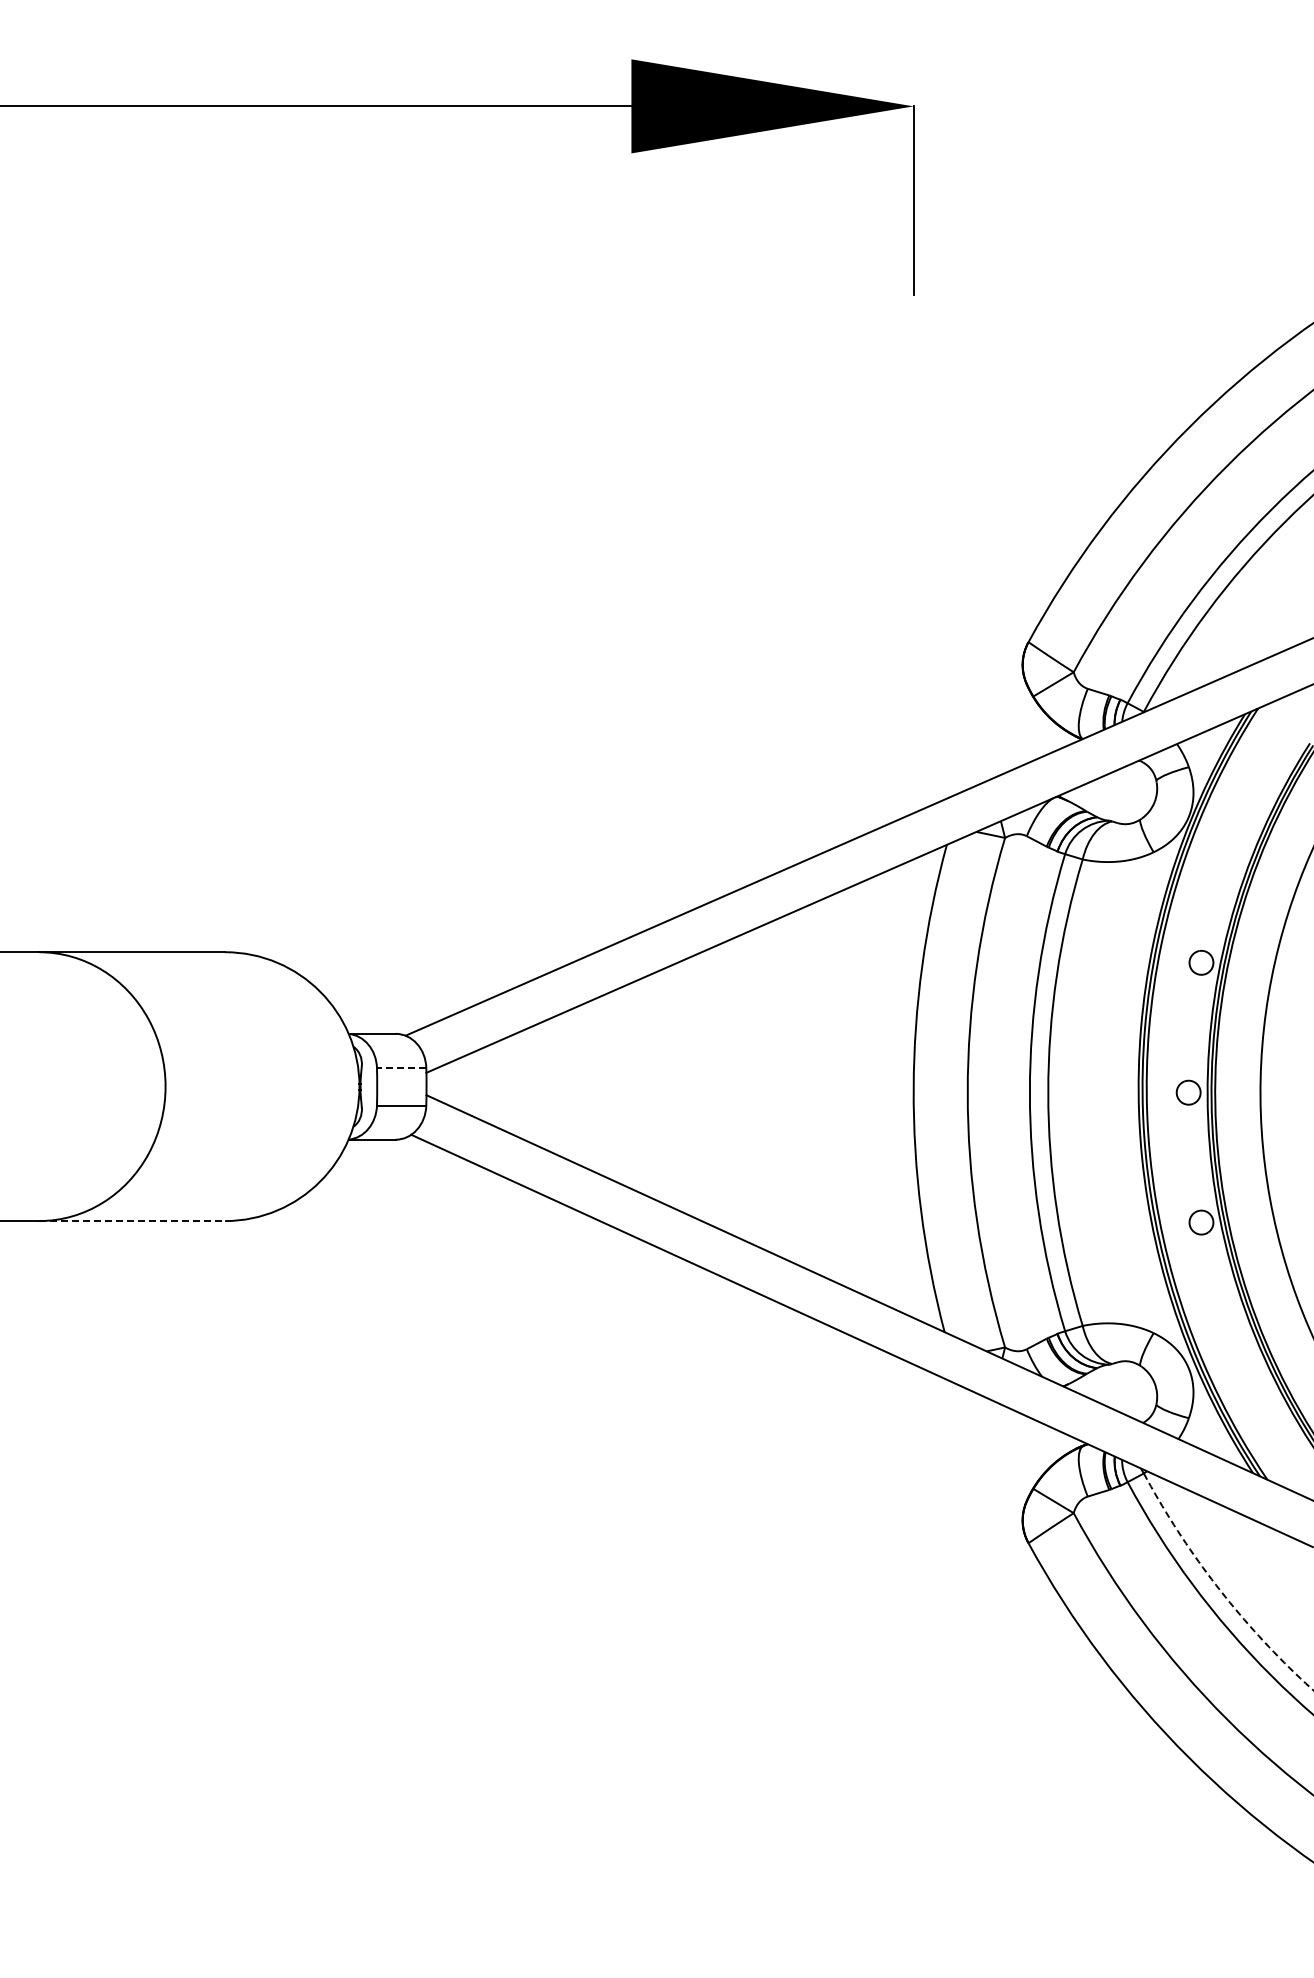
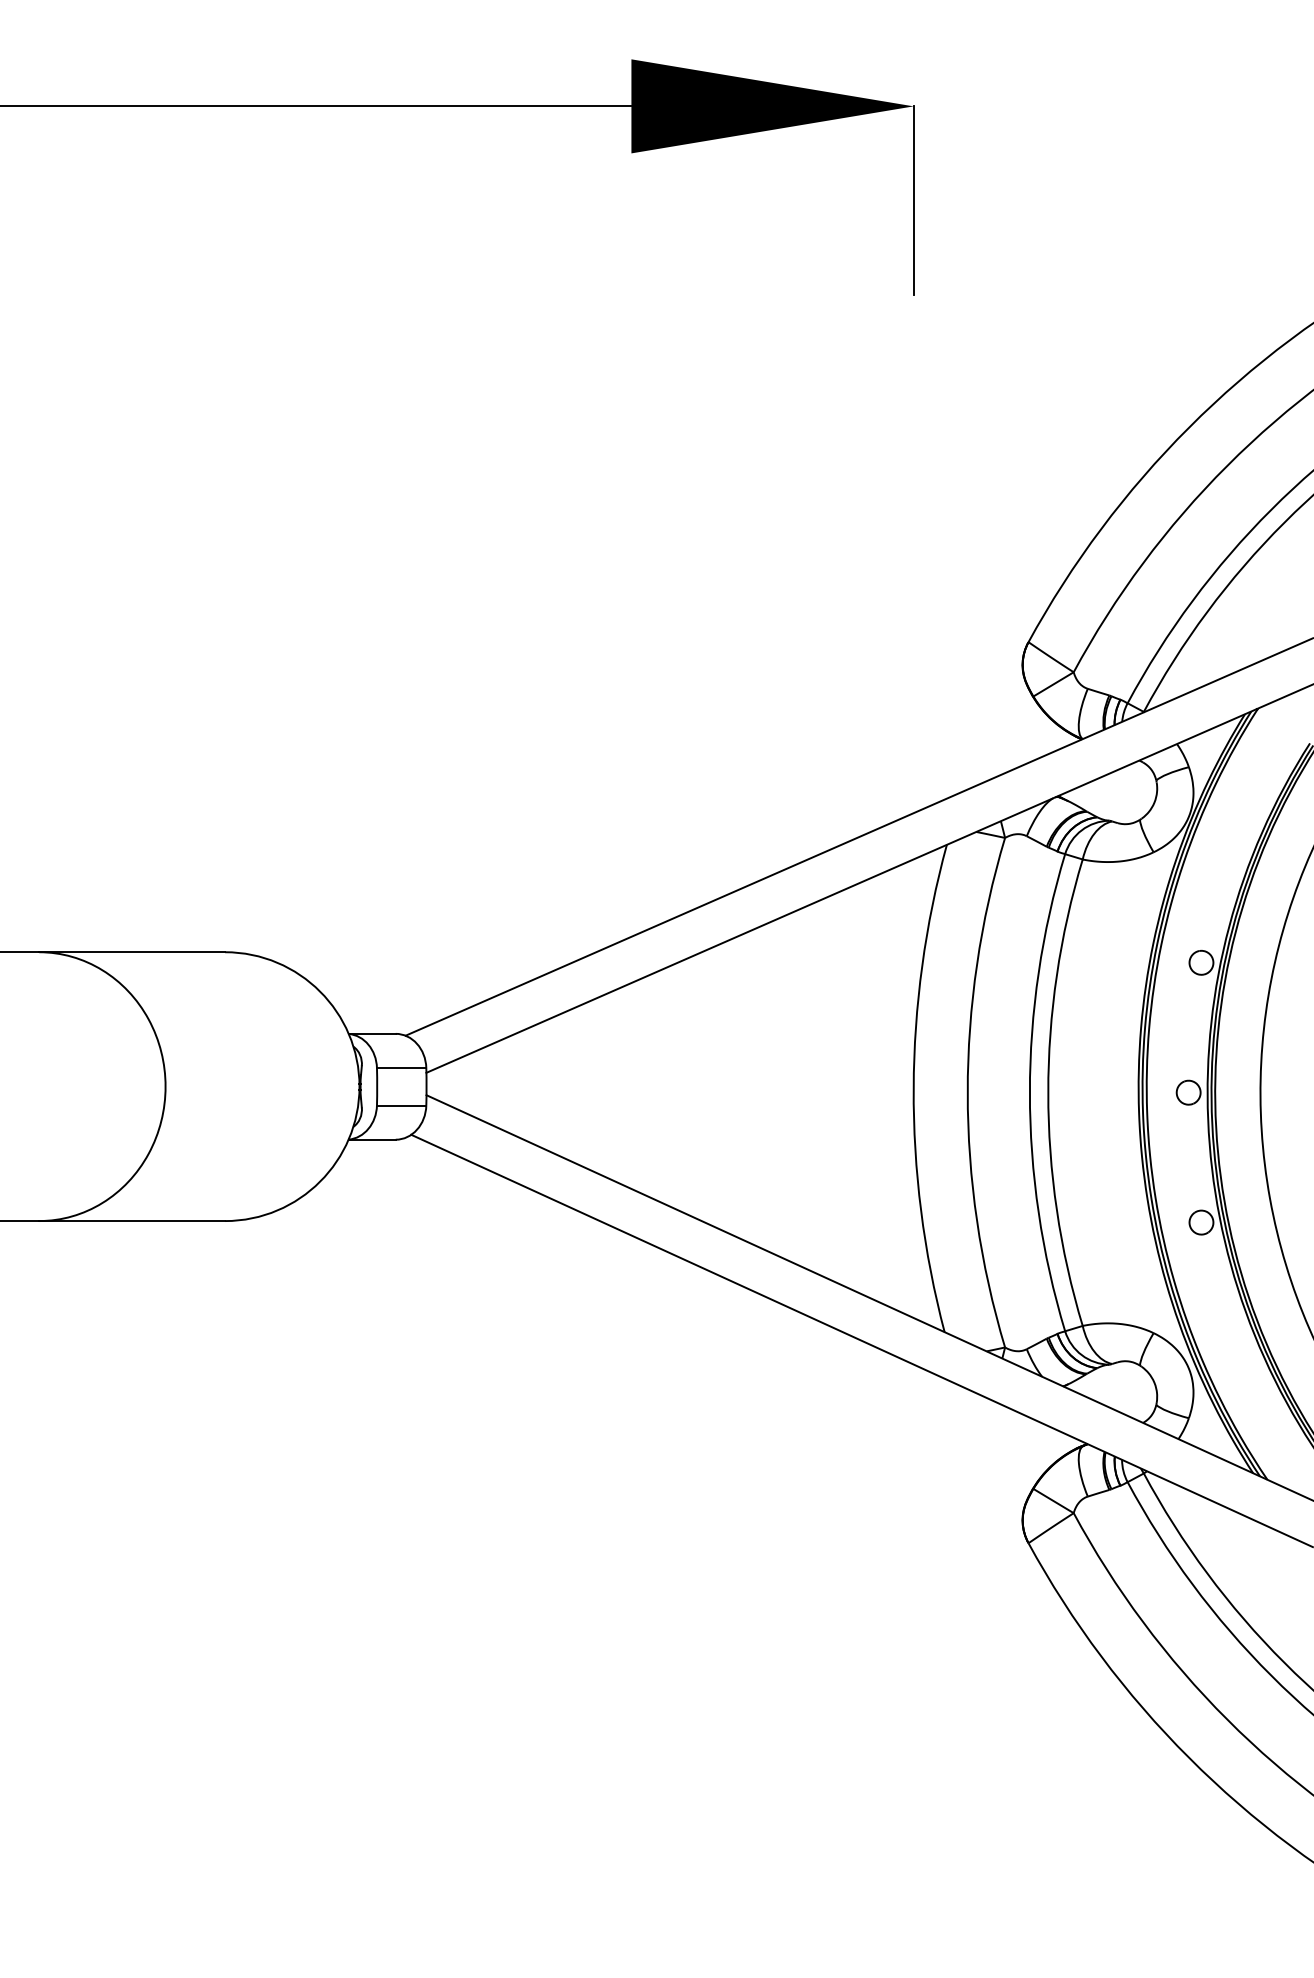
line at (401, 1068): dashed -> solid
line at (132, 1221): dashed -> solid
arc at (1219, 1589): dashed -> solid
